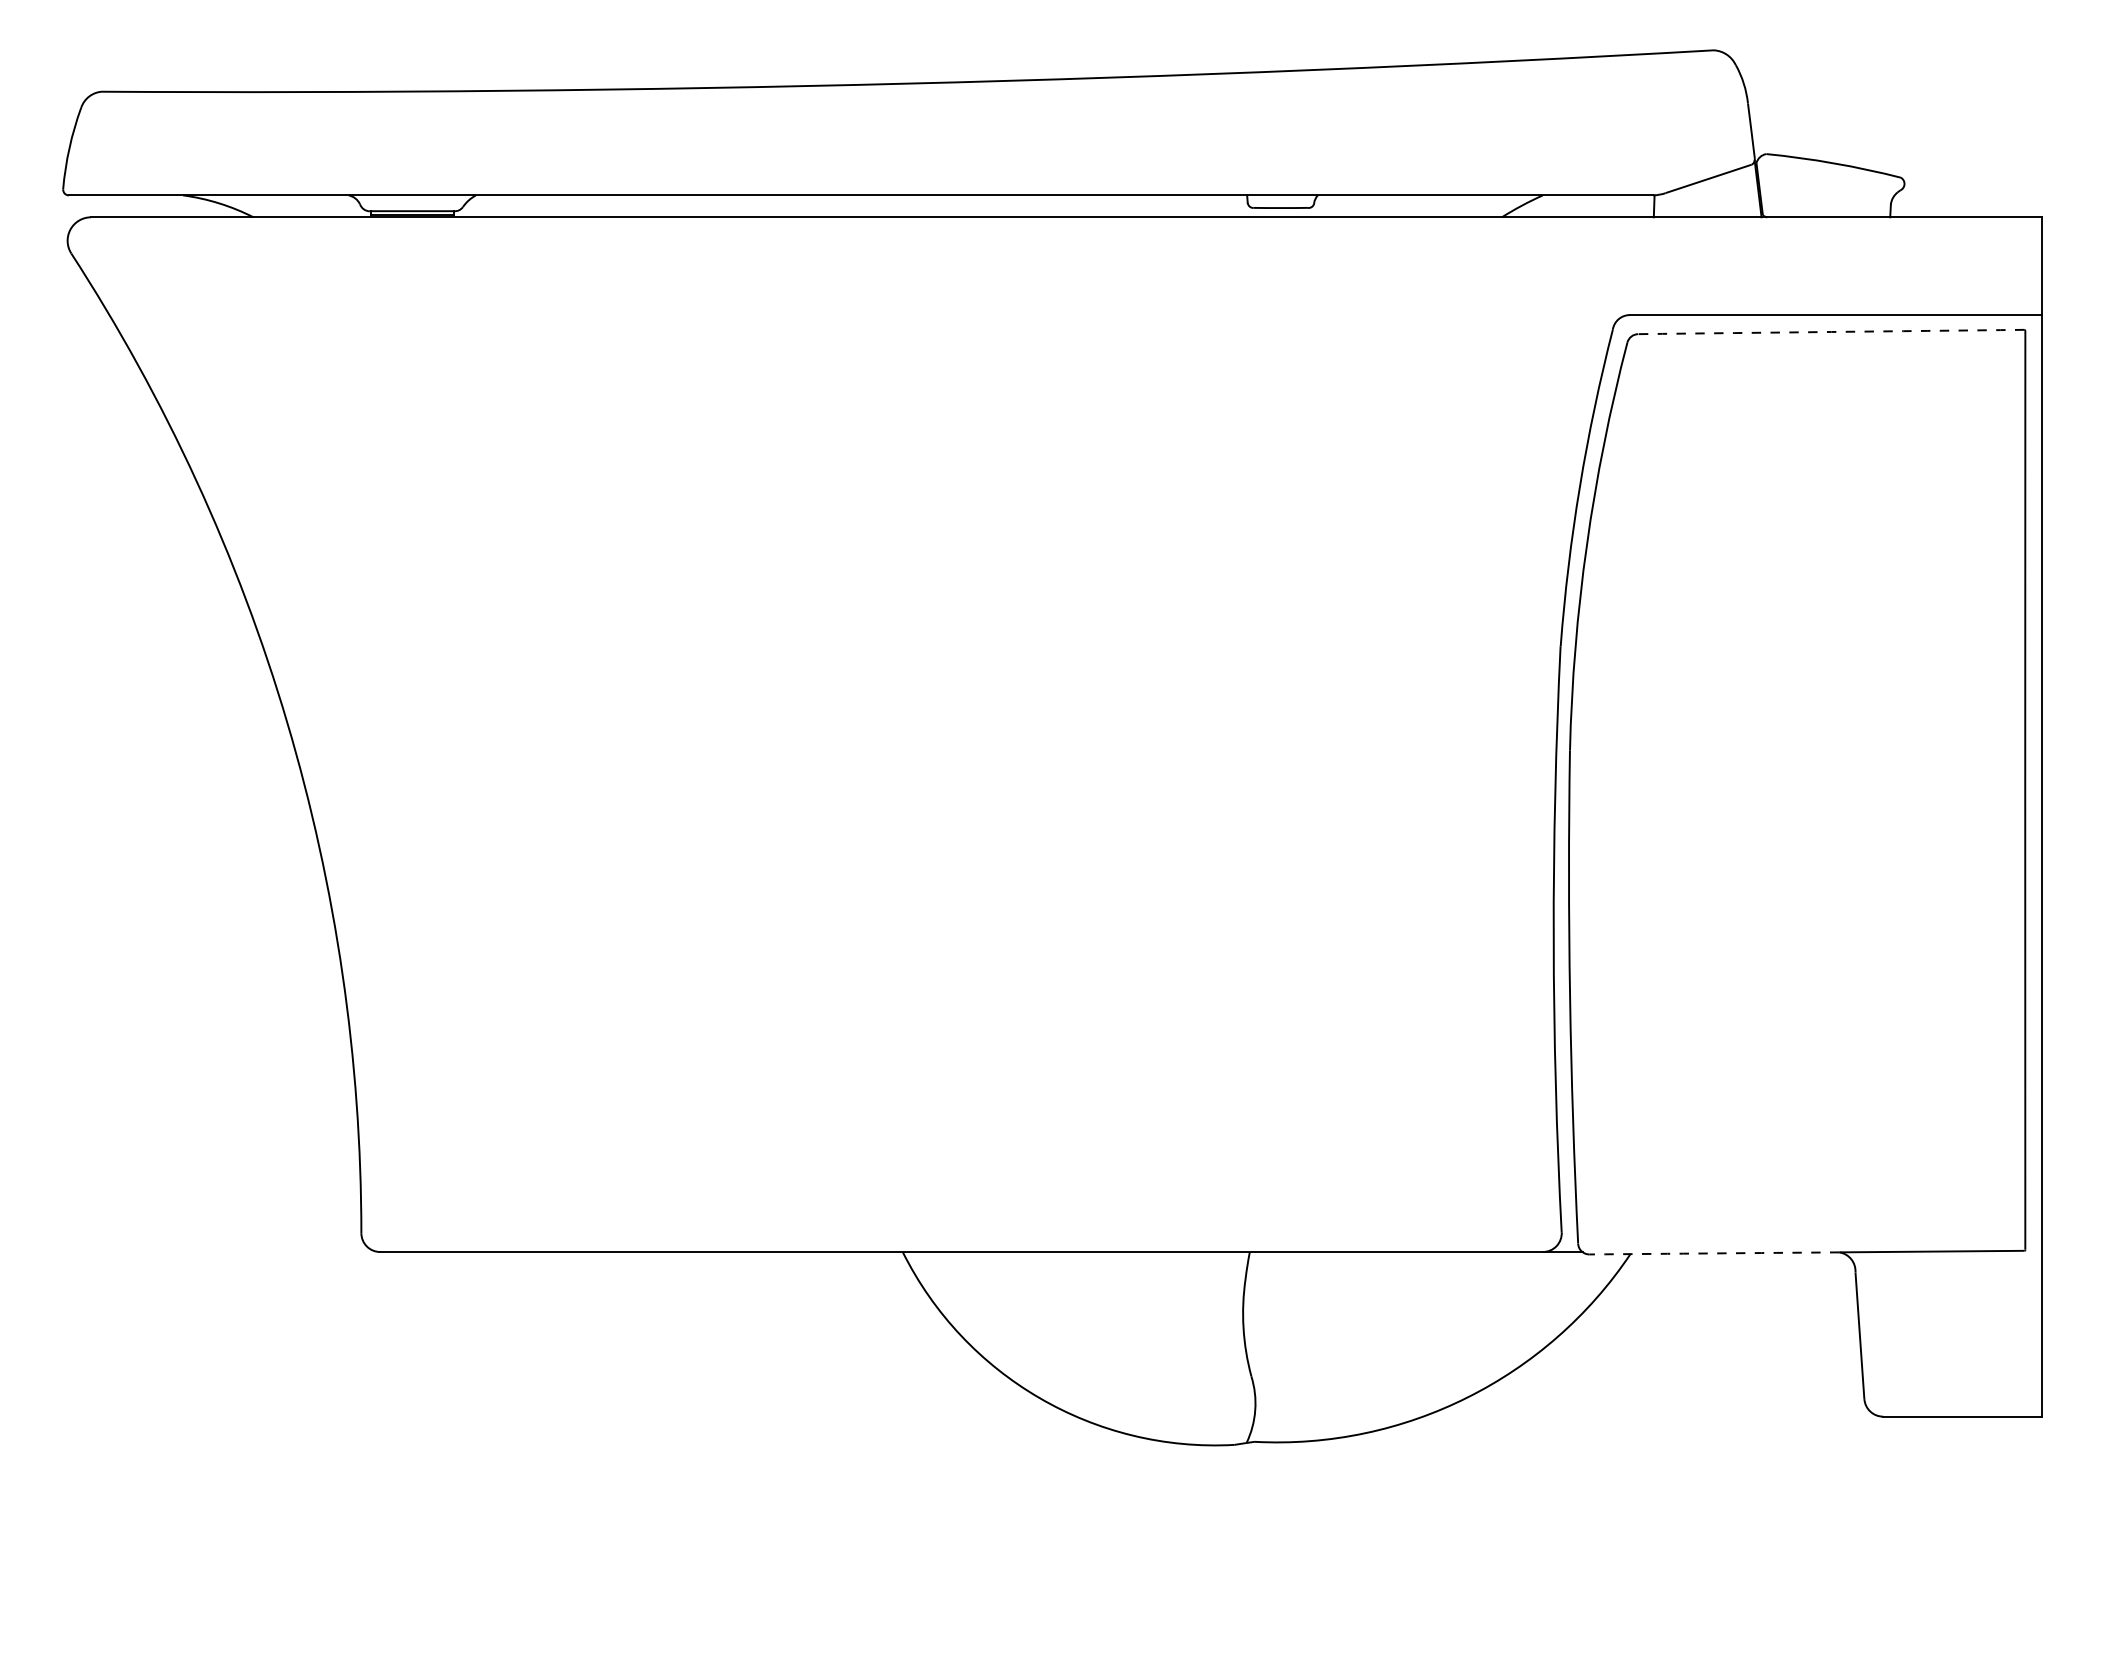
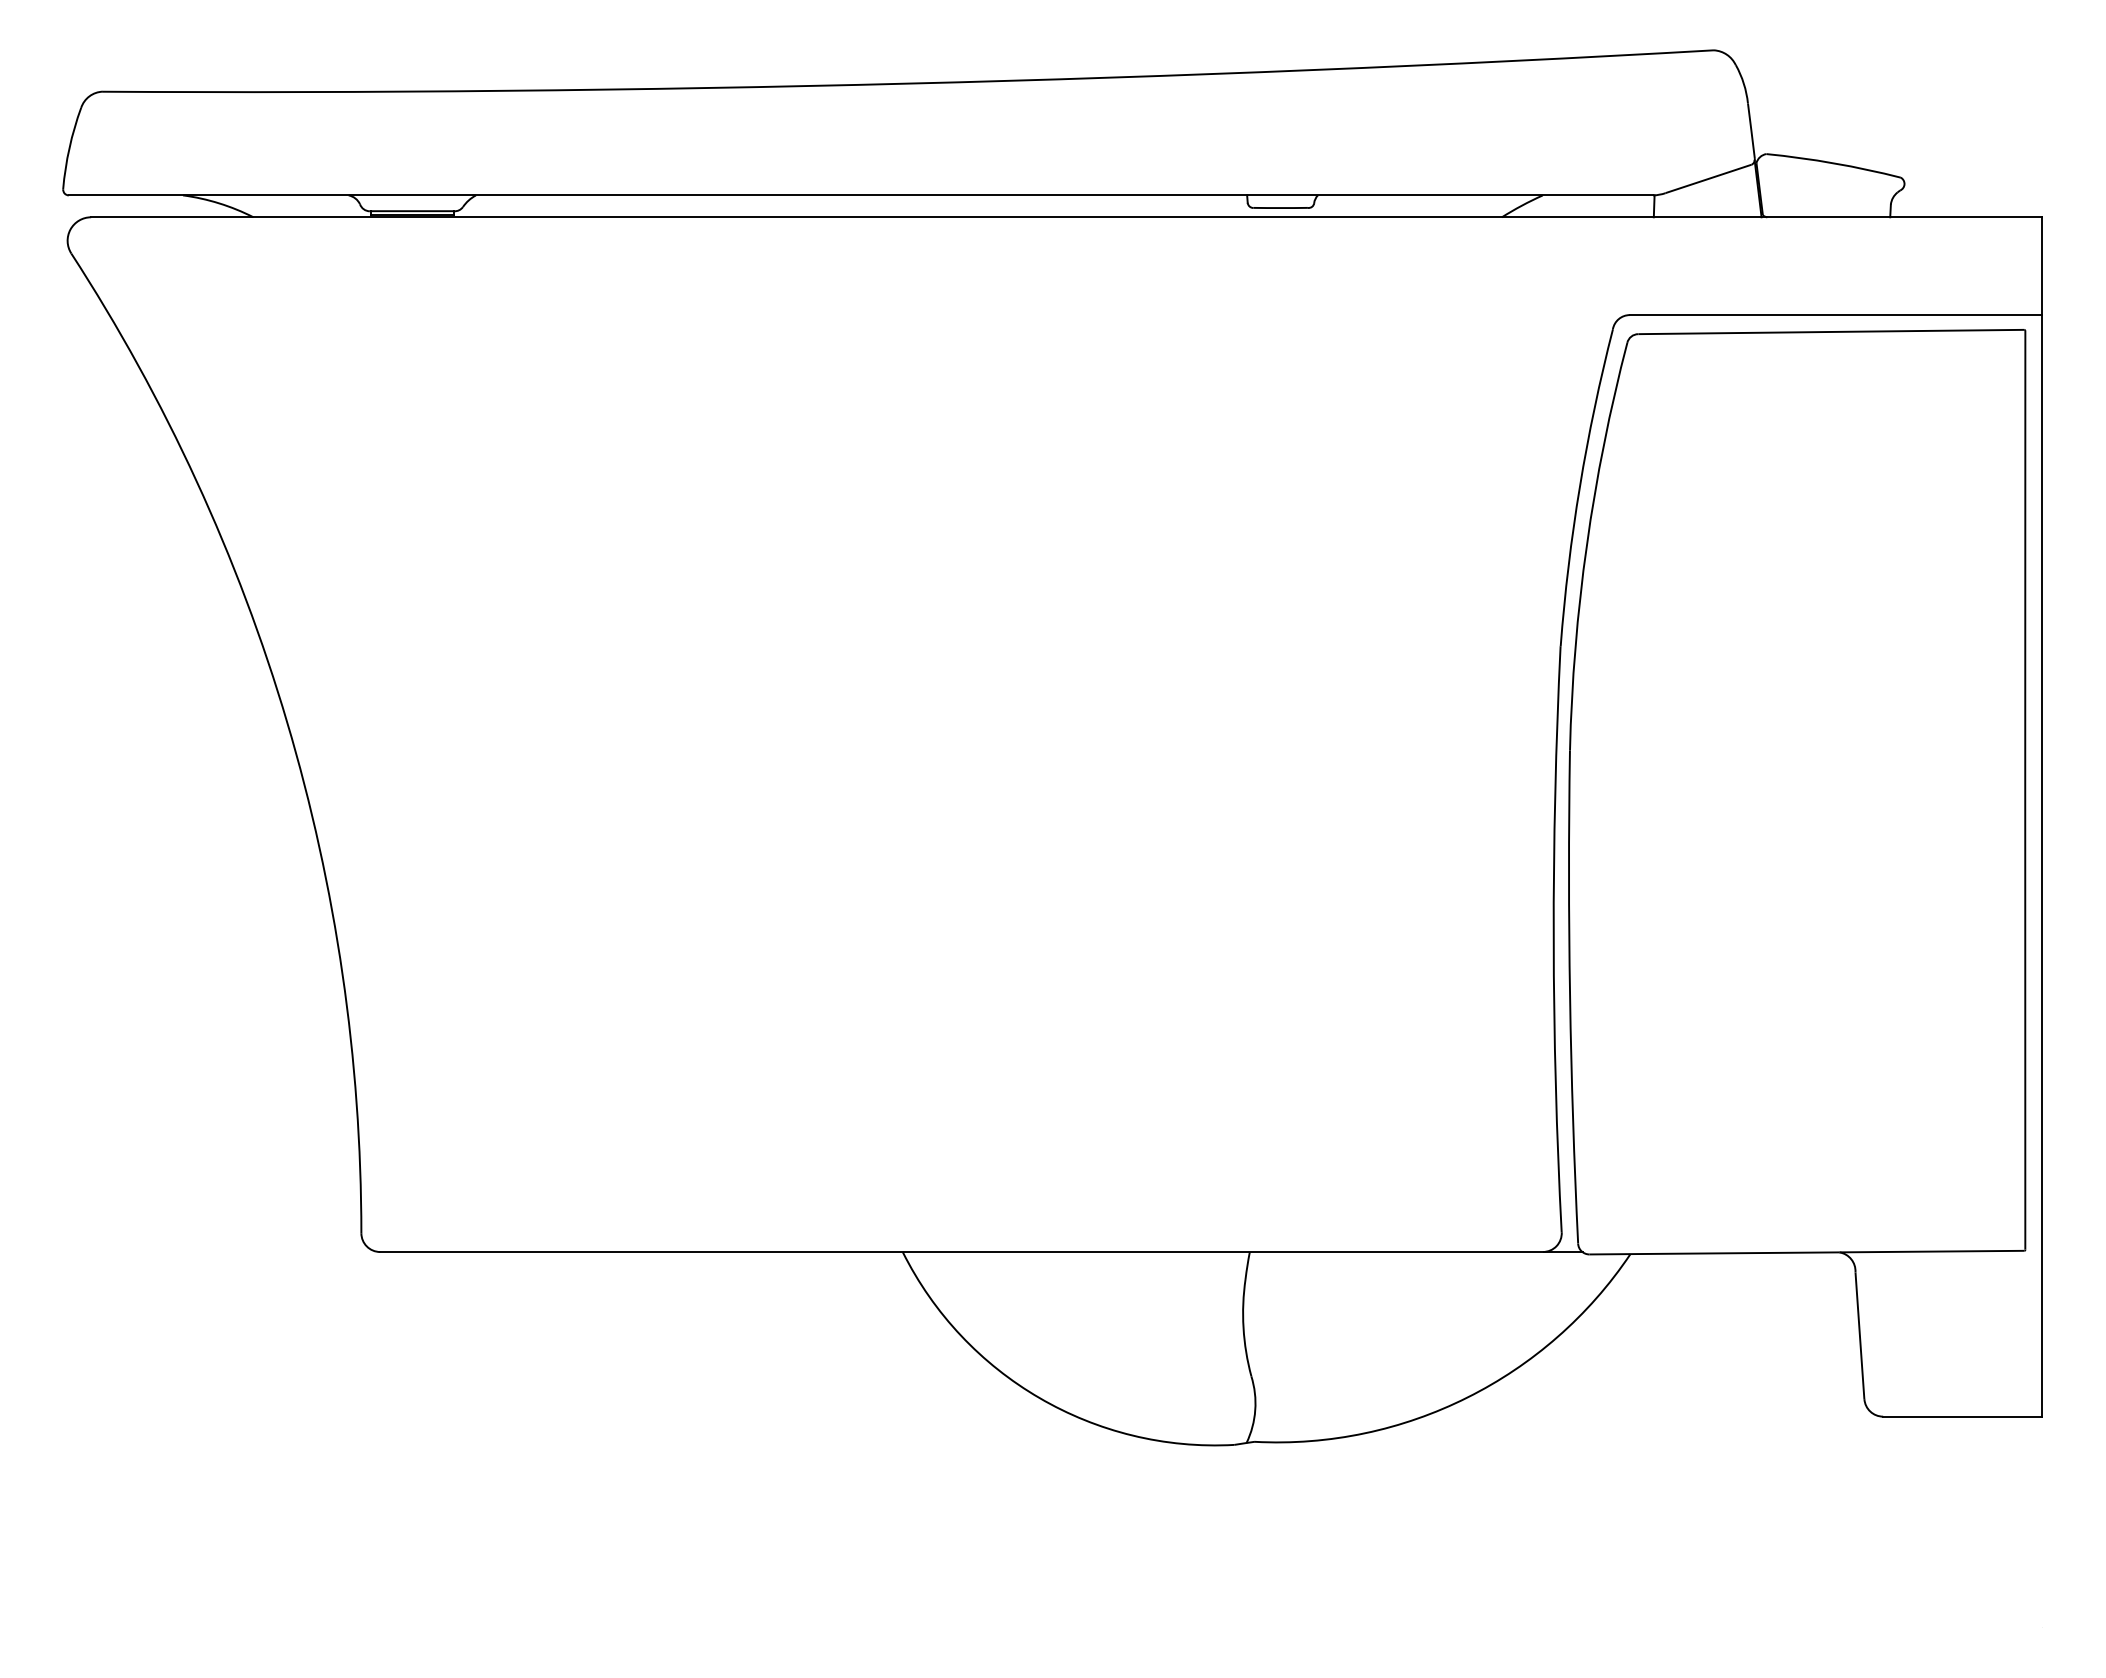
arc at (1831, 331): dashed -> solid
arc at (1714, 1253): dashed -> solid
